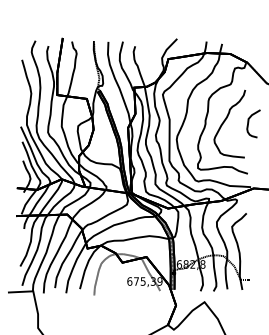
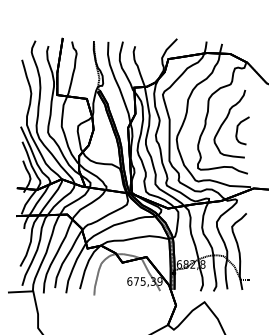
curve at (249, 122) position: (249, 122) -> (238, 129)
